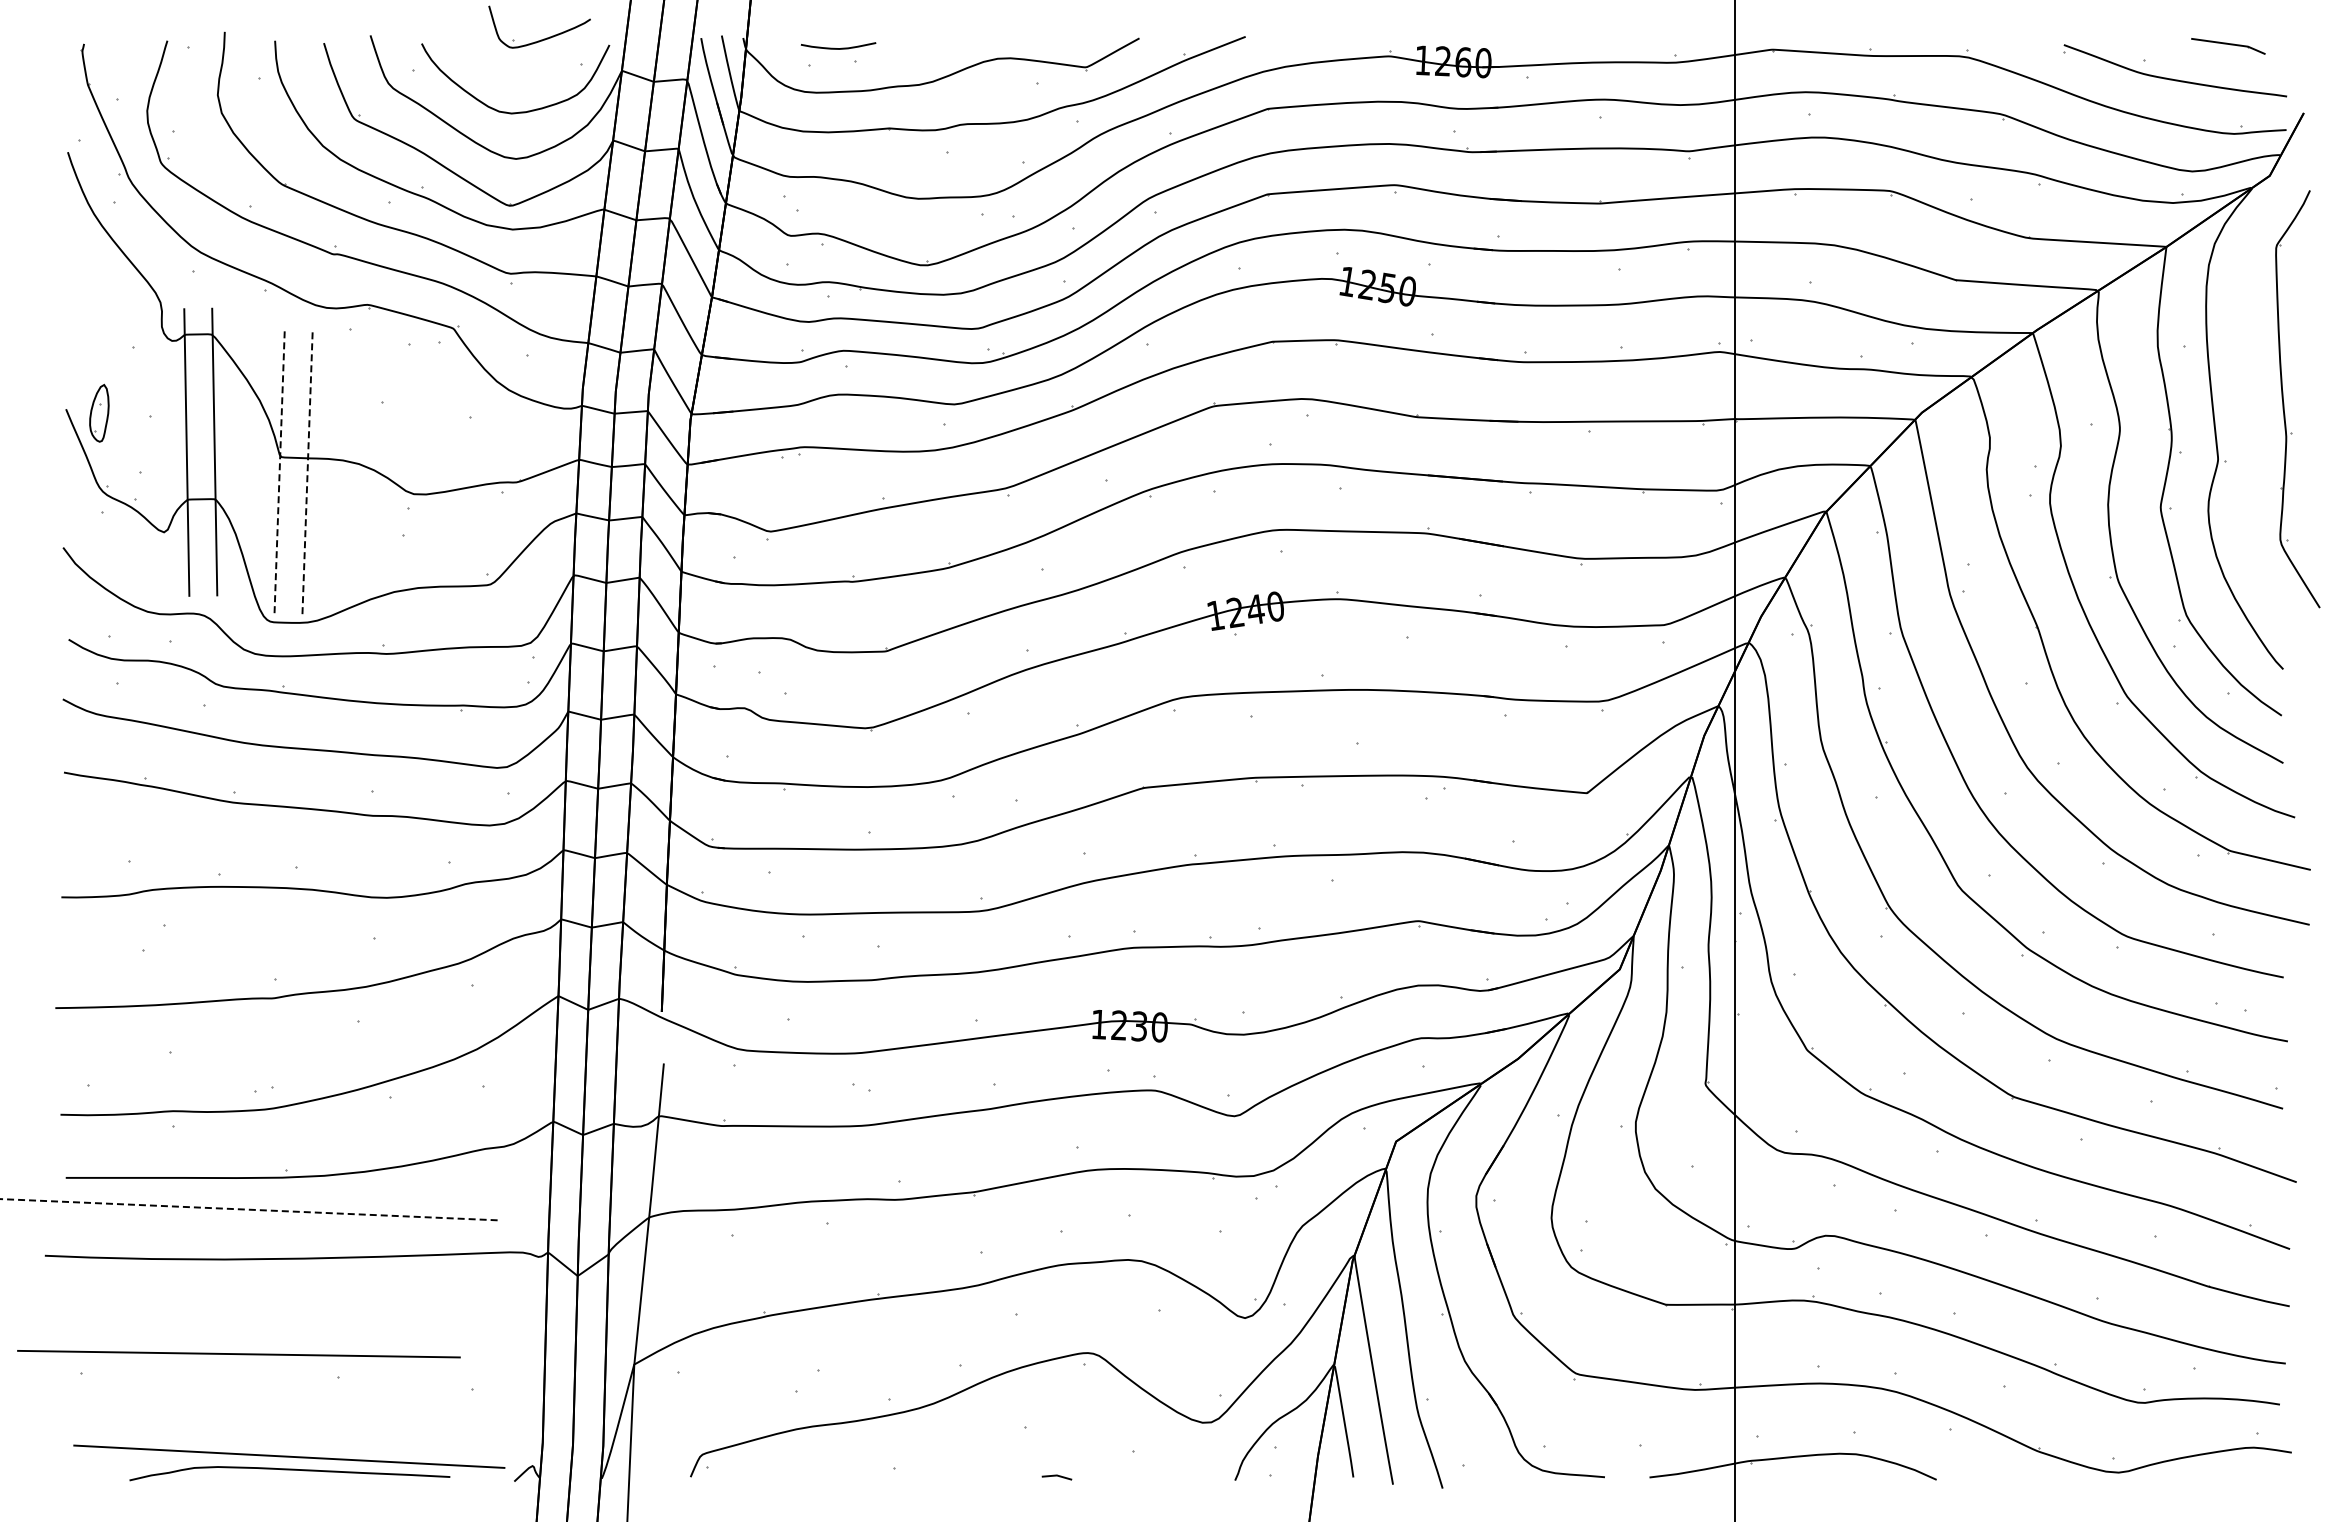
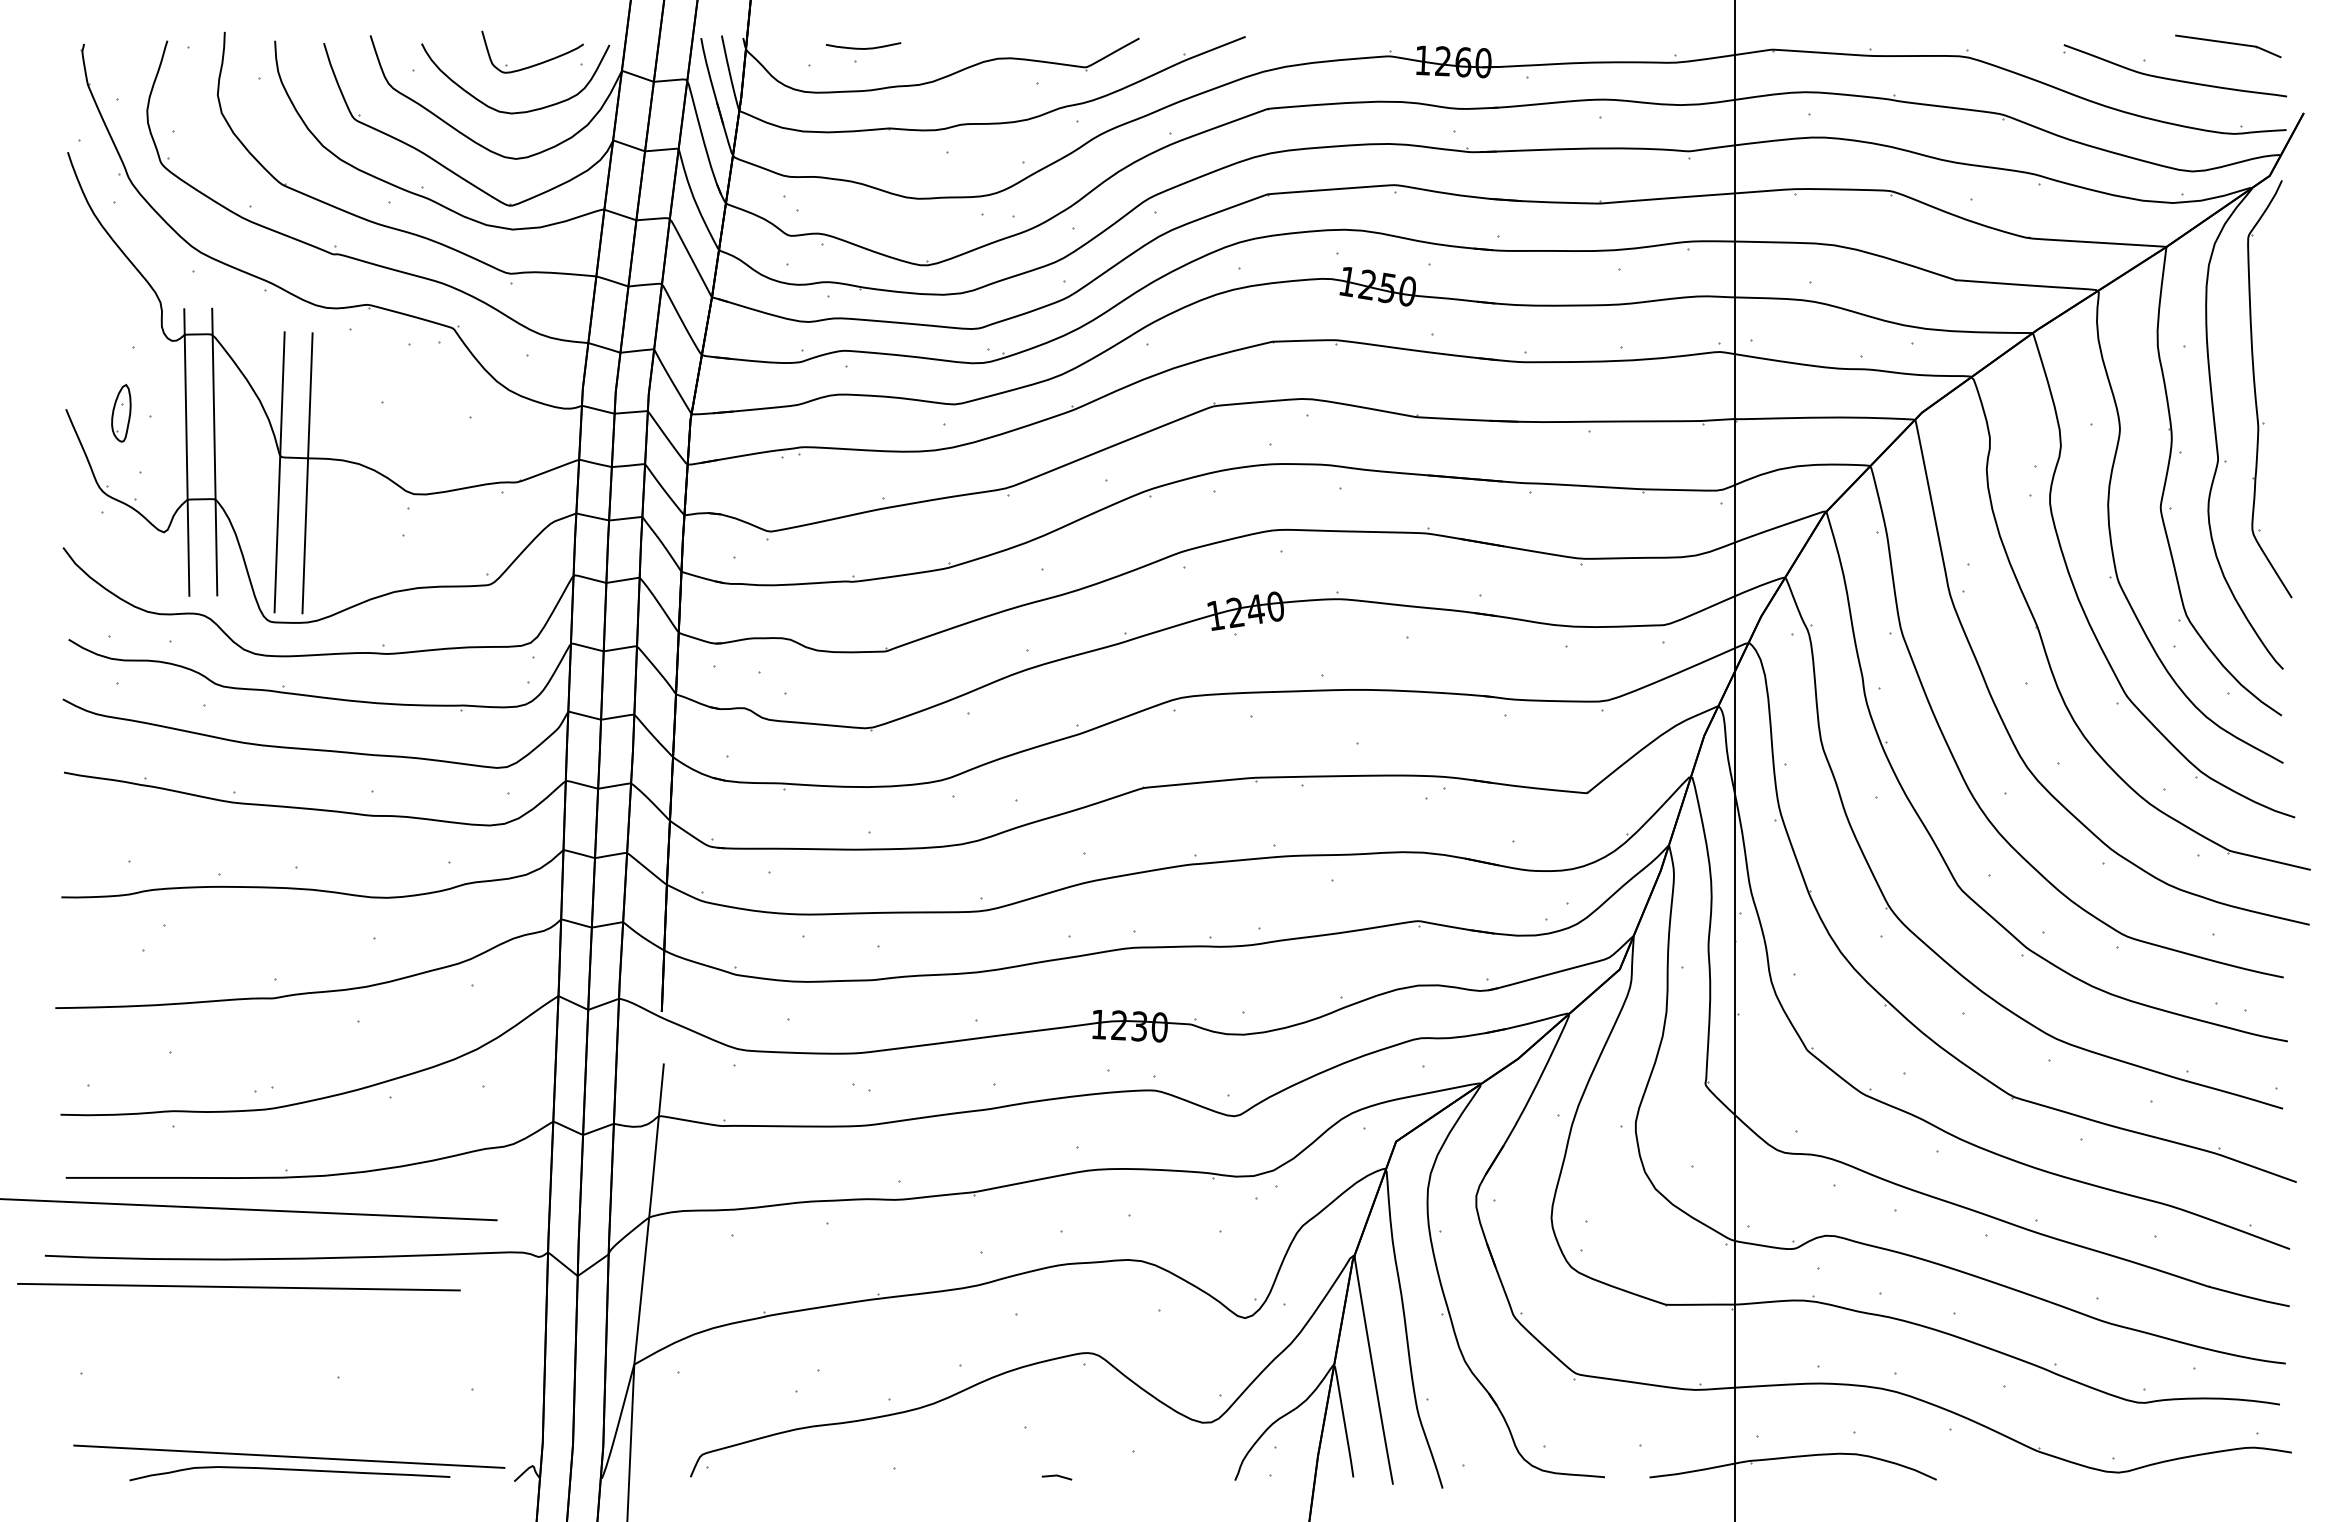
part at (543, 38) position: (543, 38) -> (536, 63)
part at (2228, 46) size: 75x17 px -> 107x25 px
curve at (838, 48) position: (838, 48) -> (863, 48)
part at (2284, 403) position: (2284, 403) -> (2256, 393)
part at (99, 412) position: (99, 412) -> (121, 412)
line at (279, 472): dashed -> solid
line at (307, 473): dashed -> solid
line at (249, 1209): dashed -> solid
line at (238, 1354) position: (238, 1354) -> (238, 1287)
